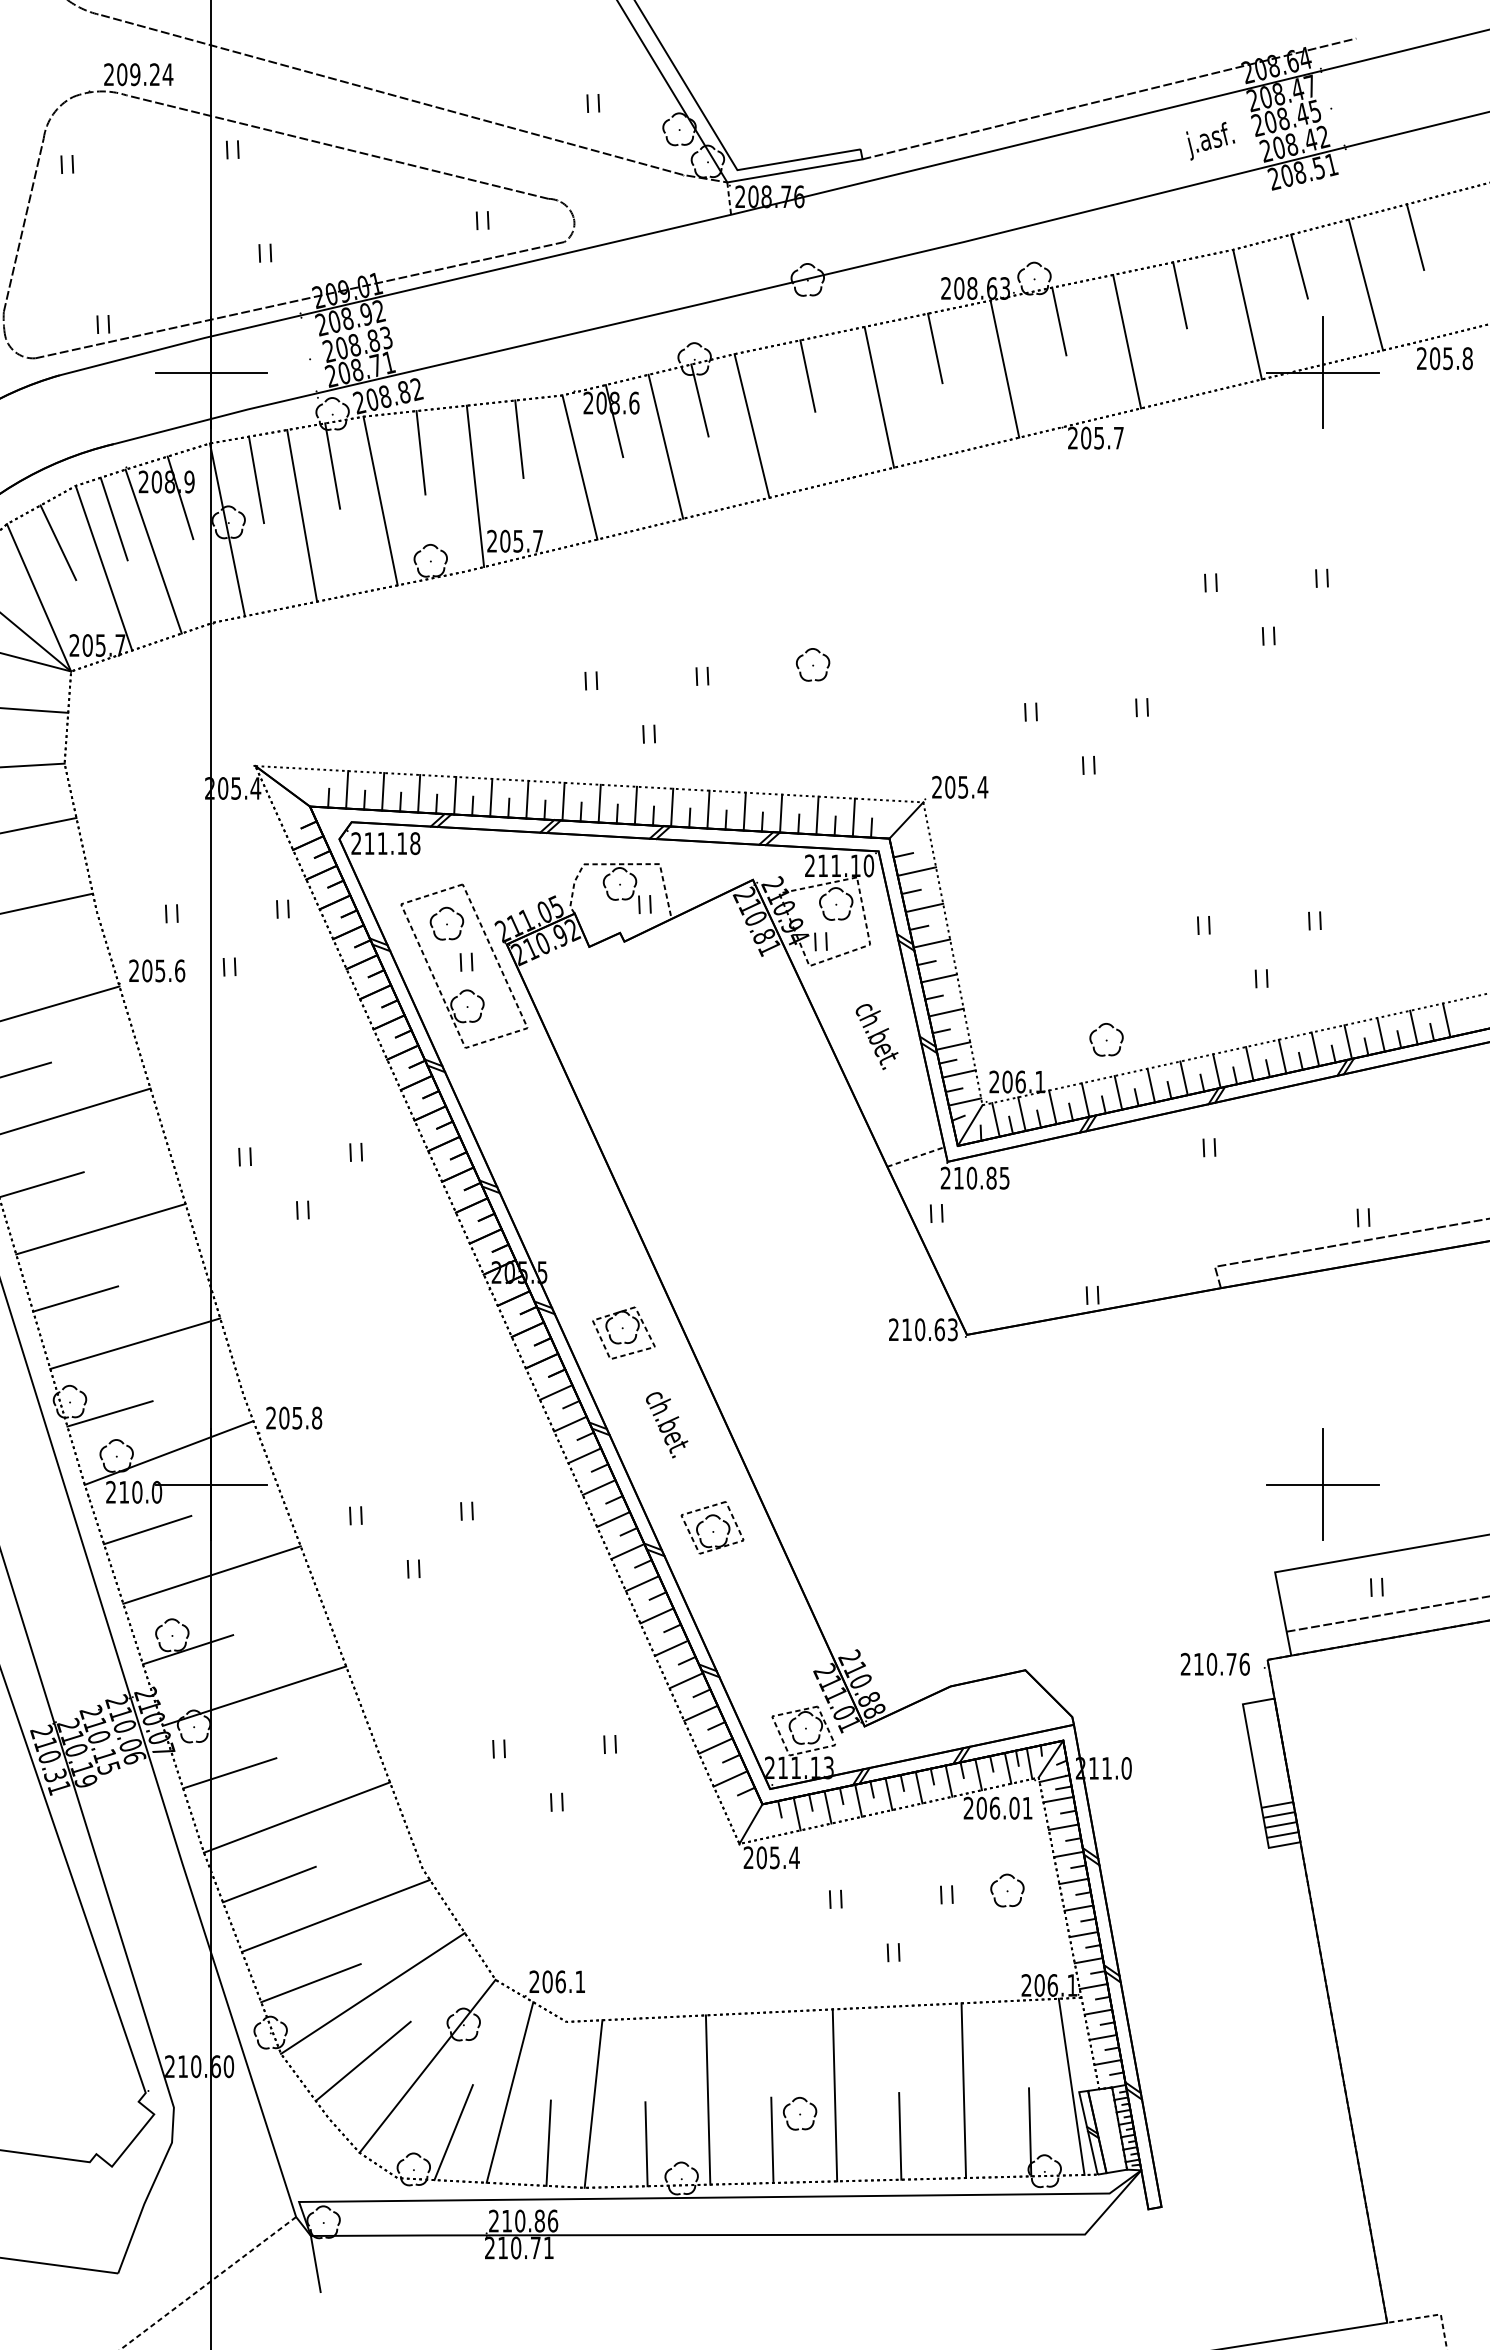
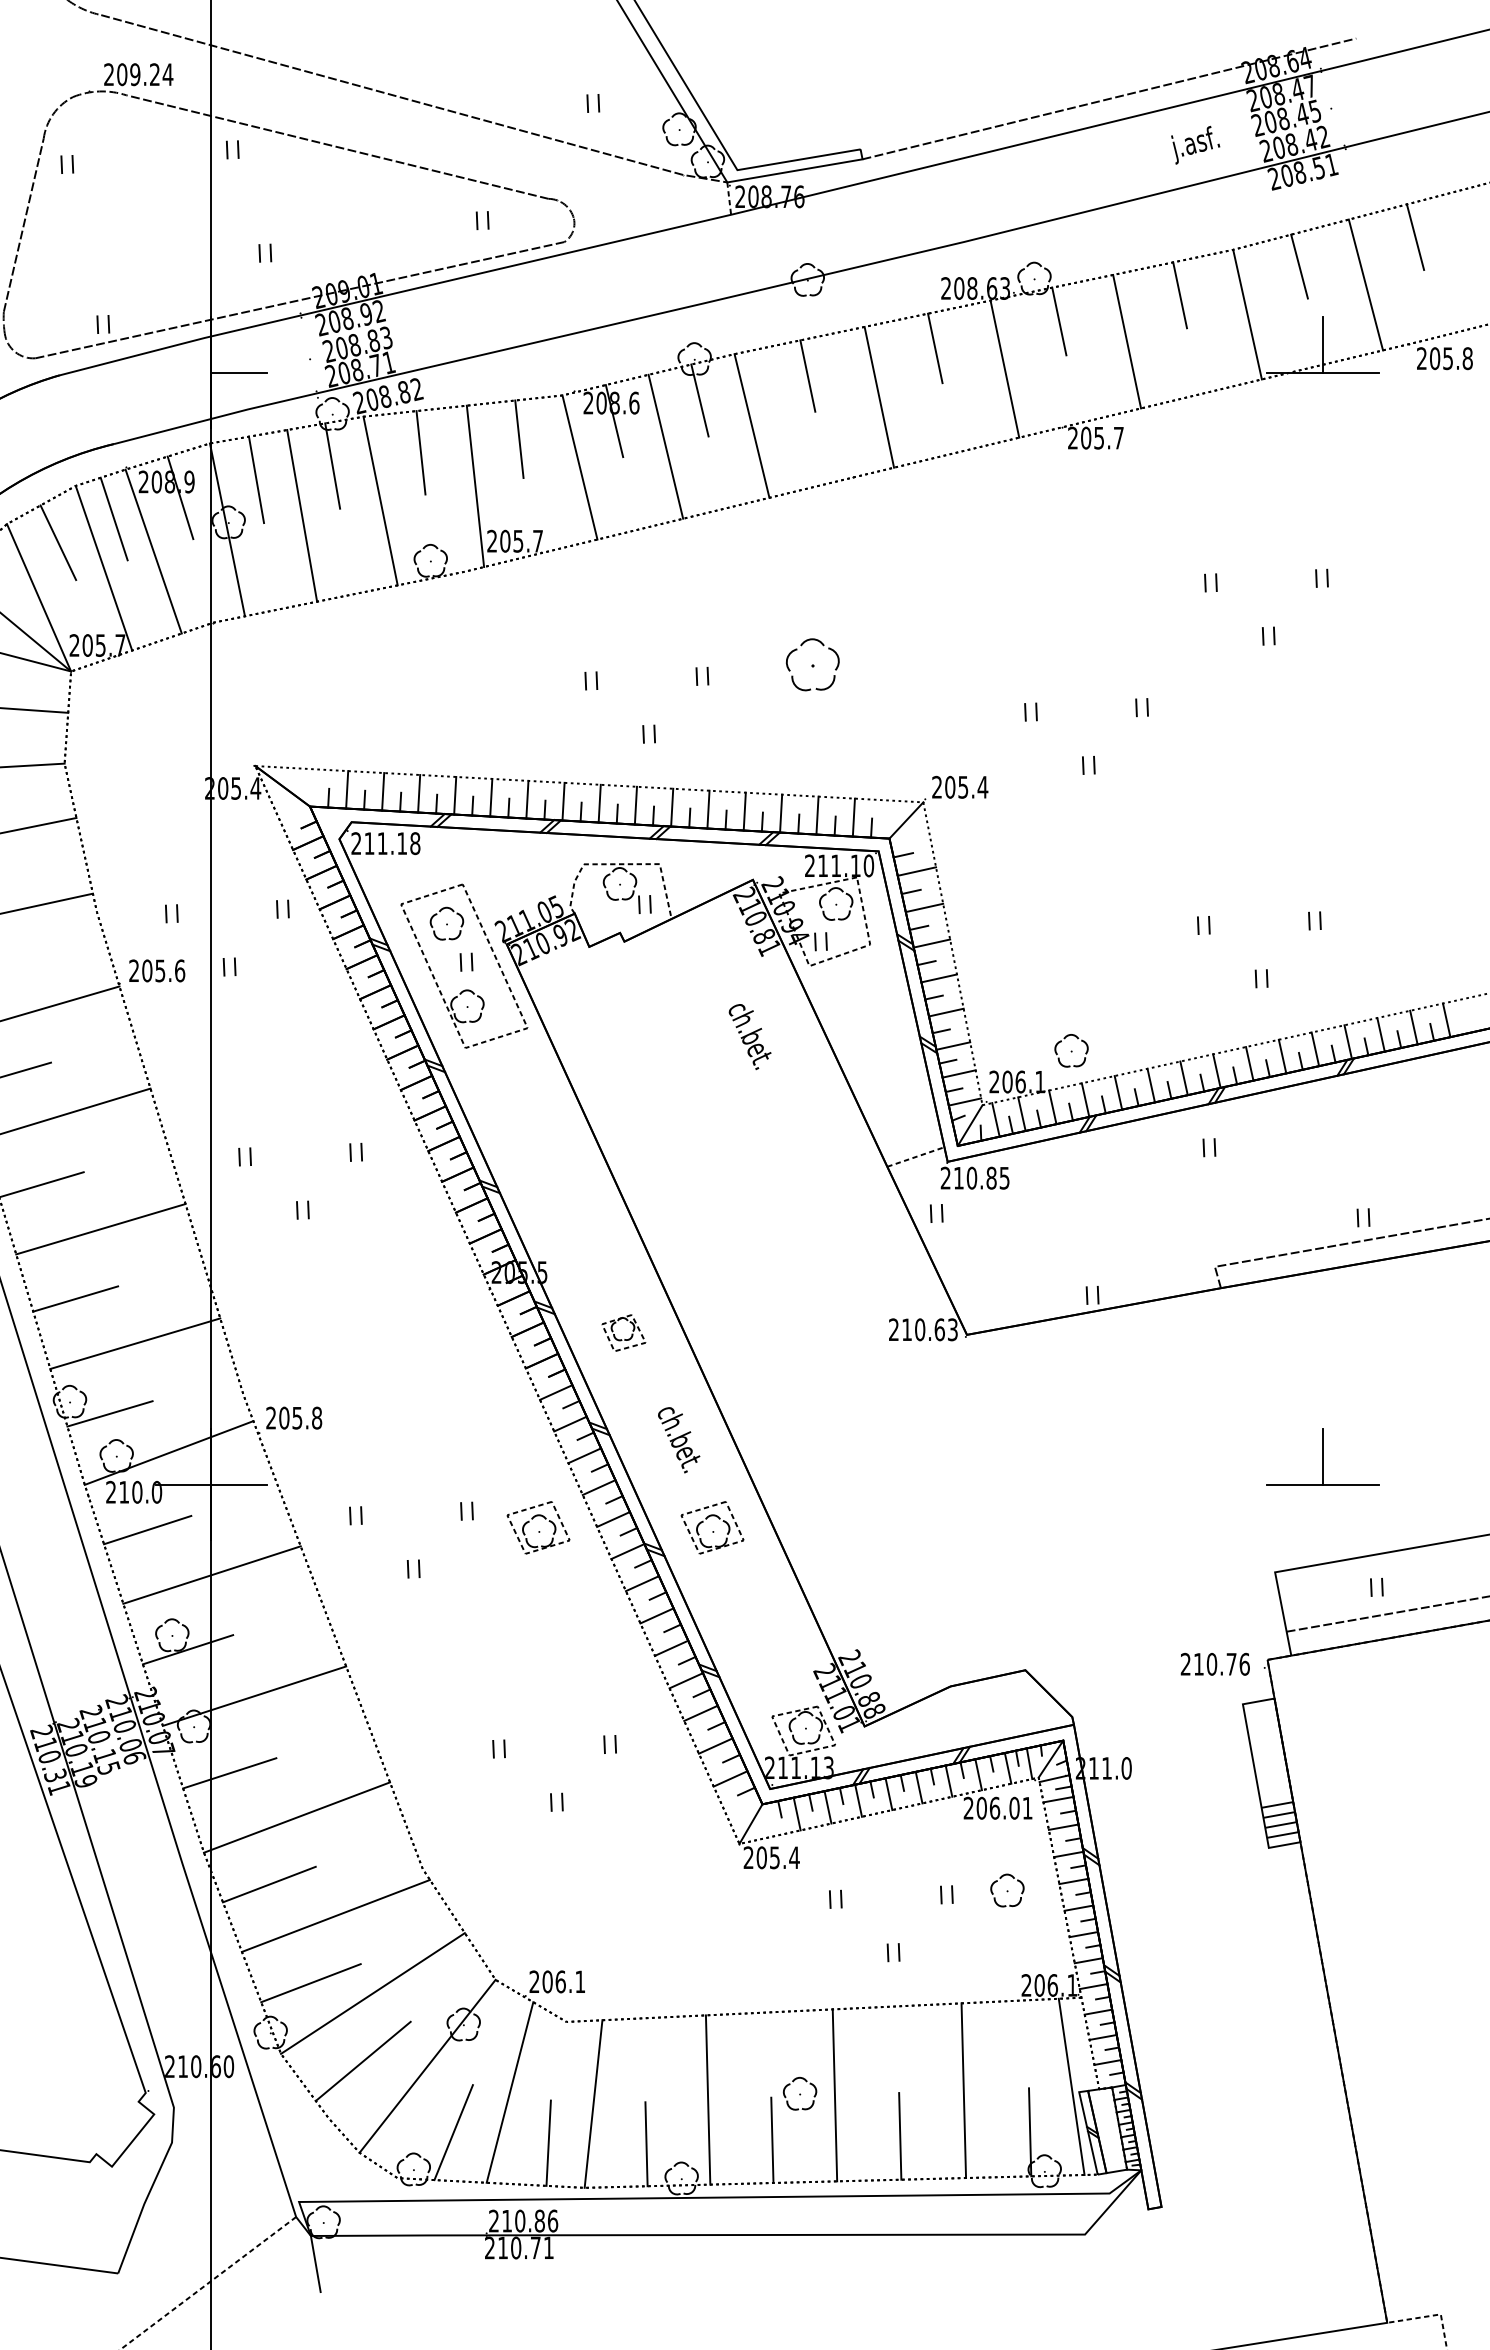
text at (1210, 140) position: (1210, 140) -> (1195, 144)
line at (183, 372): present -> none
line at (1322, 400): present -> none
part at (813, 664) size: 35x34 px -> 54x54 px
text at (876, 1037) position: (876, 1037) -> (749, 1037)
part at (1106, 1039) position: (1106, 1039) -> (1071, 1050)
part at (623, 1332) size: 64x54 px -> 46x38 px
text at (667, 1425) position: (667, 1425) -> (679, 1440)
line at (1322, 1512): present -> none
part at (538, 1527): none -> present
part at (799, 2113) position: (799, 2113) -> (799, 2093)
